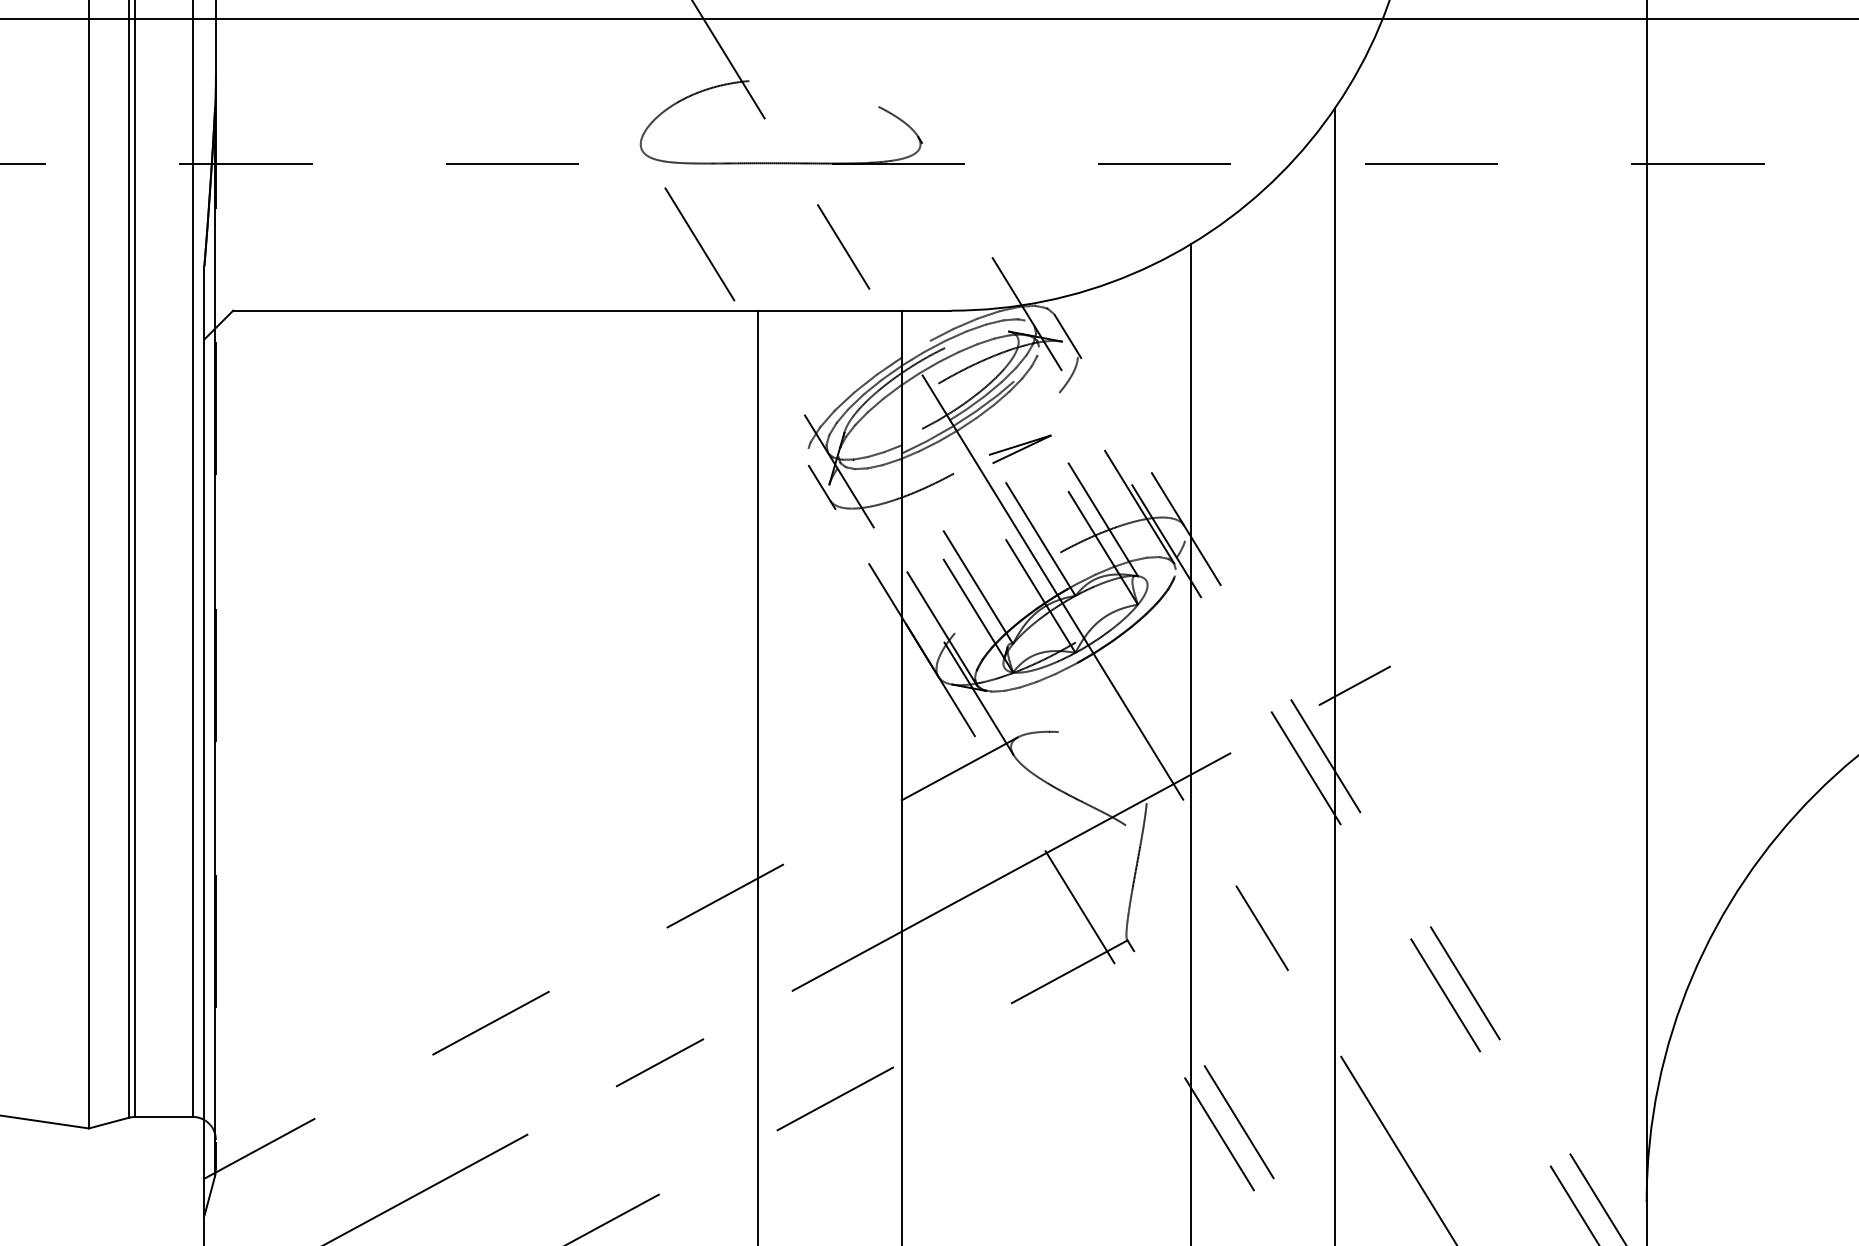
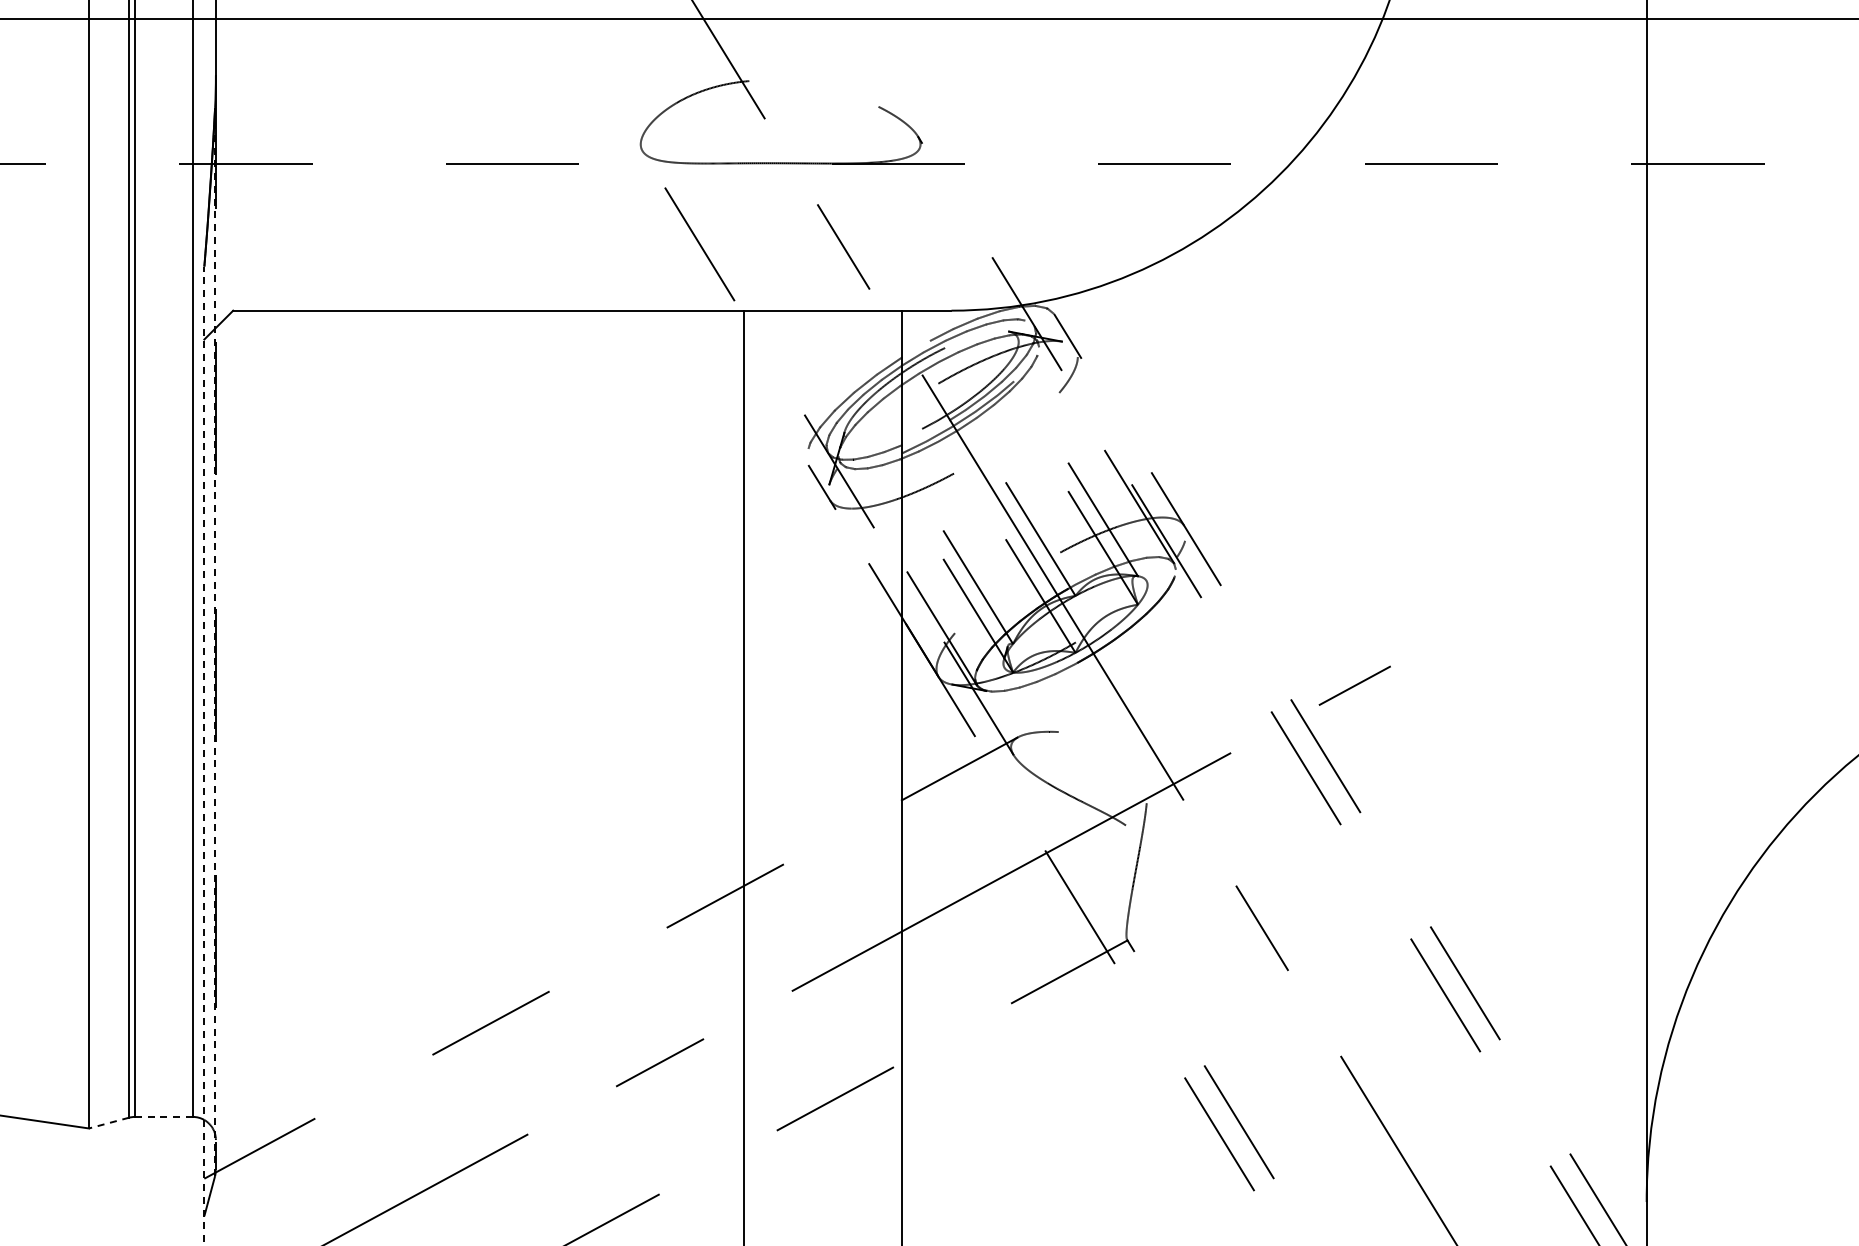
part at (1019, 448): present -> none
line at (215, 641): solid -> dashed
line at (1335, 674): present -> none
line at (1190, 743): present -> none
line at (204, 755): solid -> dashed
line at (758, 776) position: (758, 776) -> (744, 776)
line at (163, 1116): solid -> dashed
line at (109, 1123): solid -> dashed
